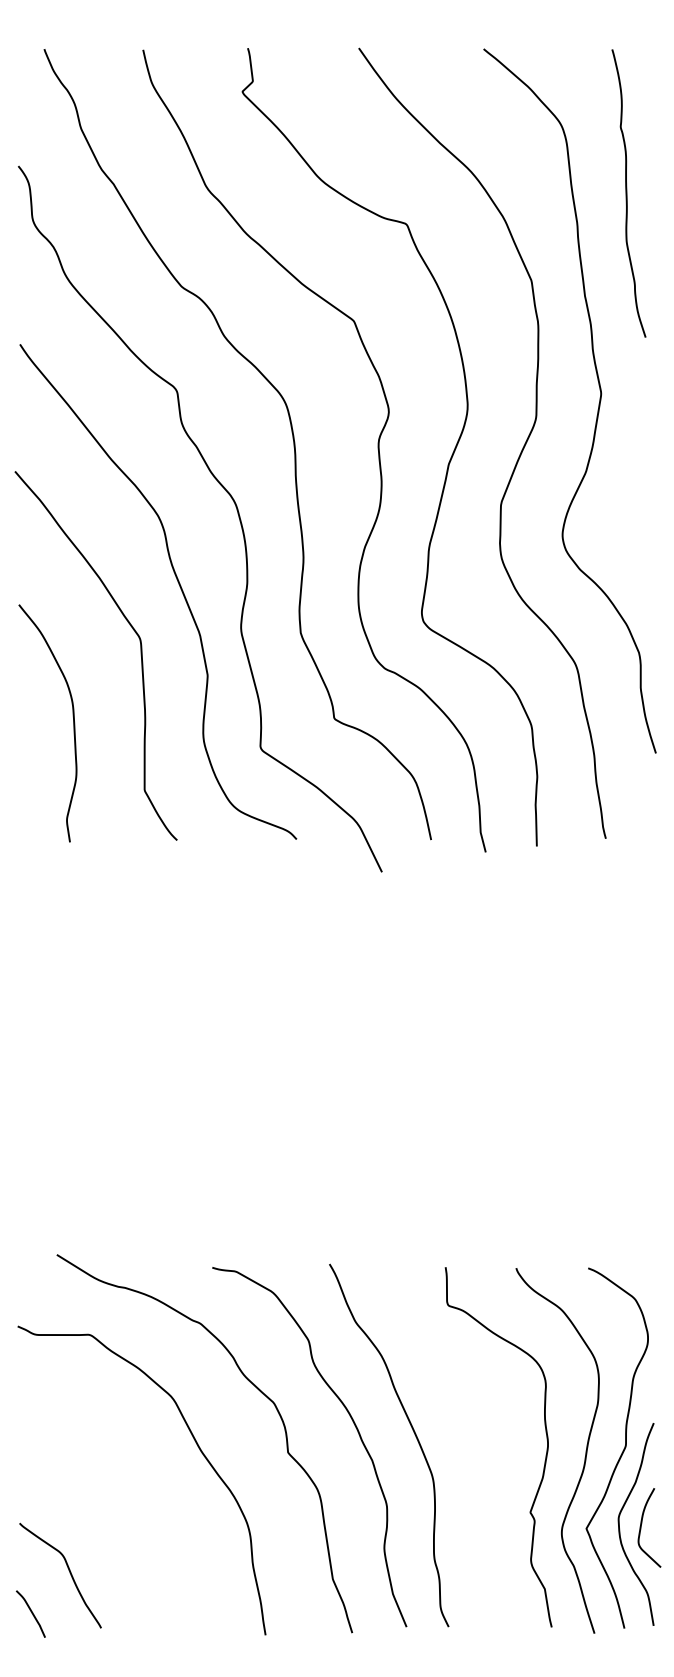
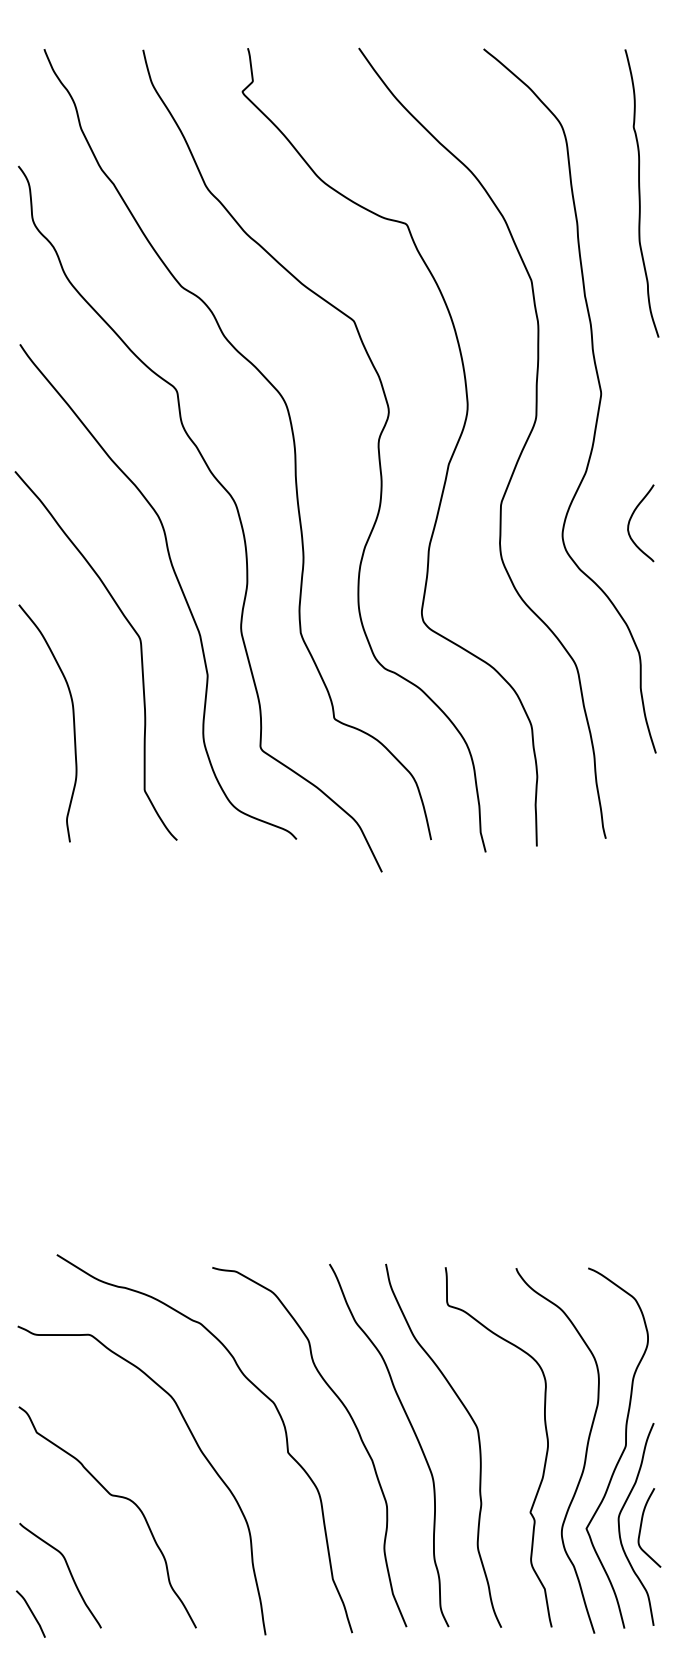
curve at (627, 193) position: (627, 193) -> (640, 193)
curve at (631, 519): none -> present
curve at (478, 1444): none -> present
curve at (112, 1496): none -> present
